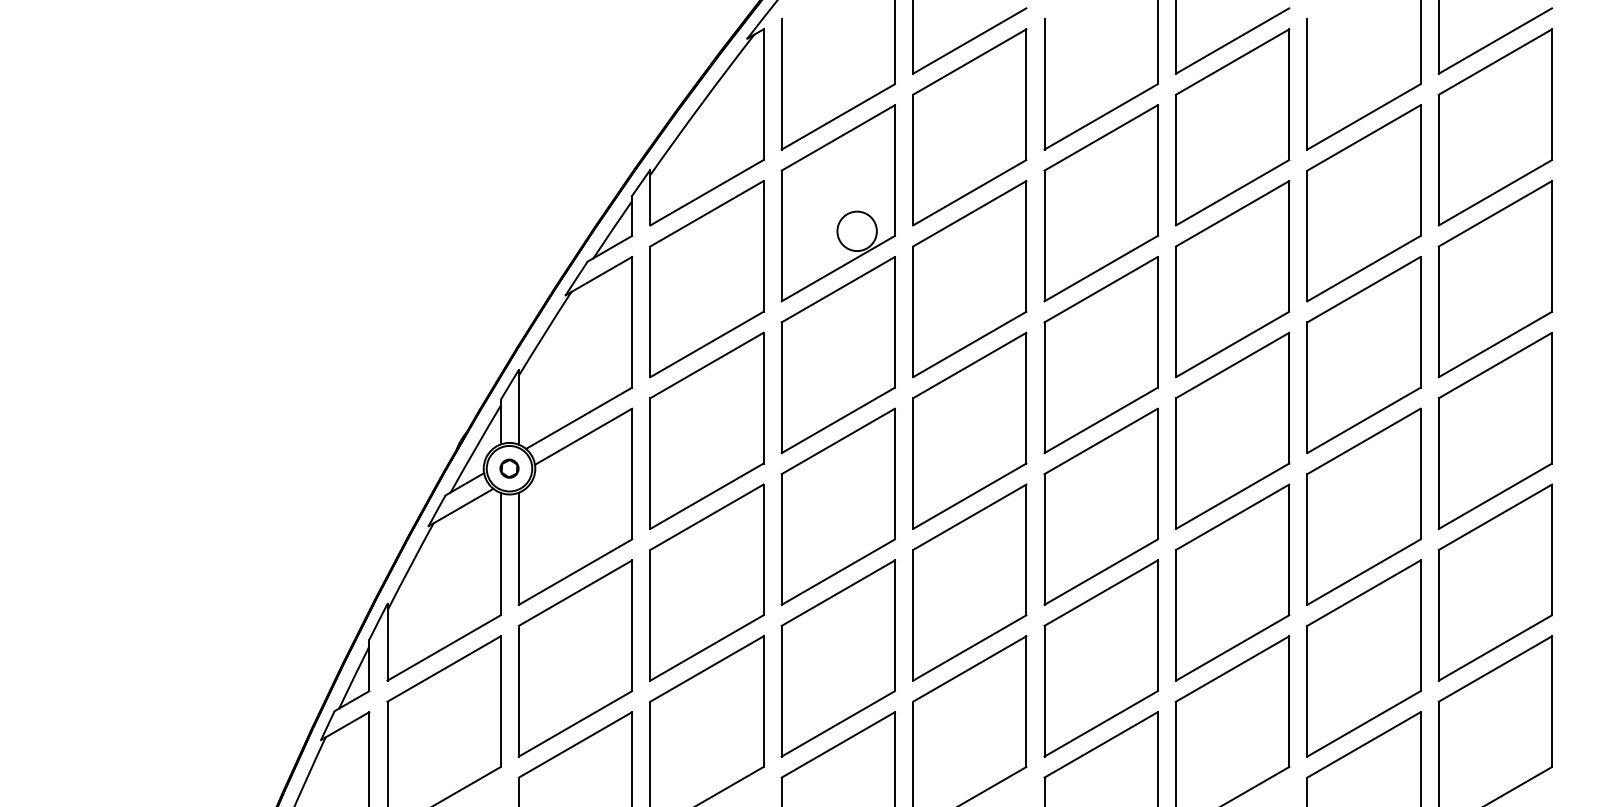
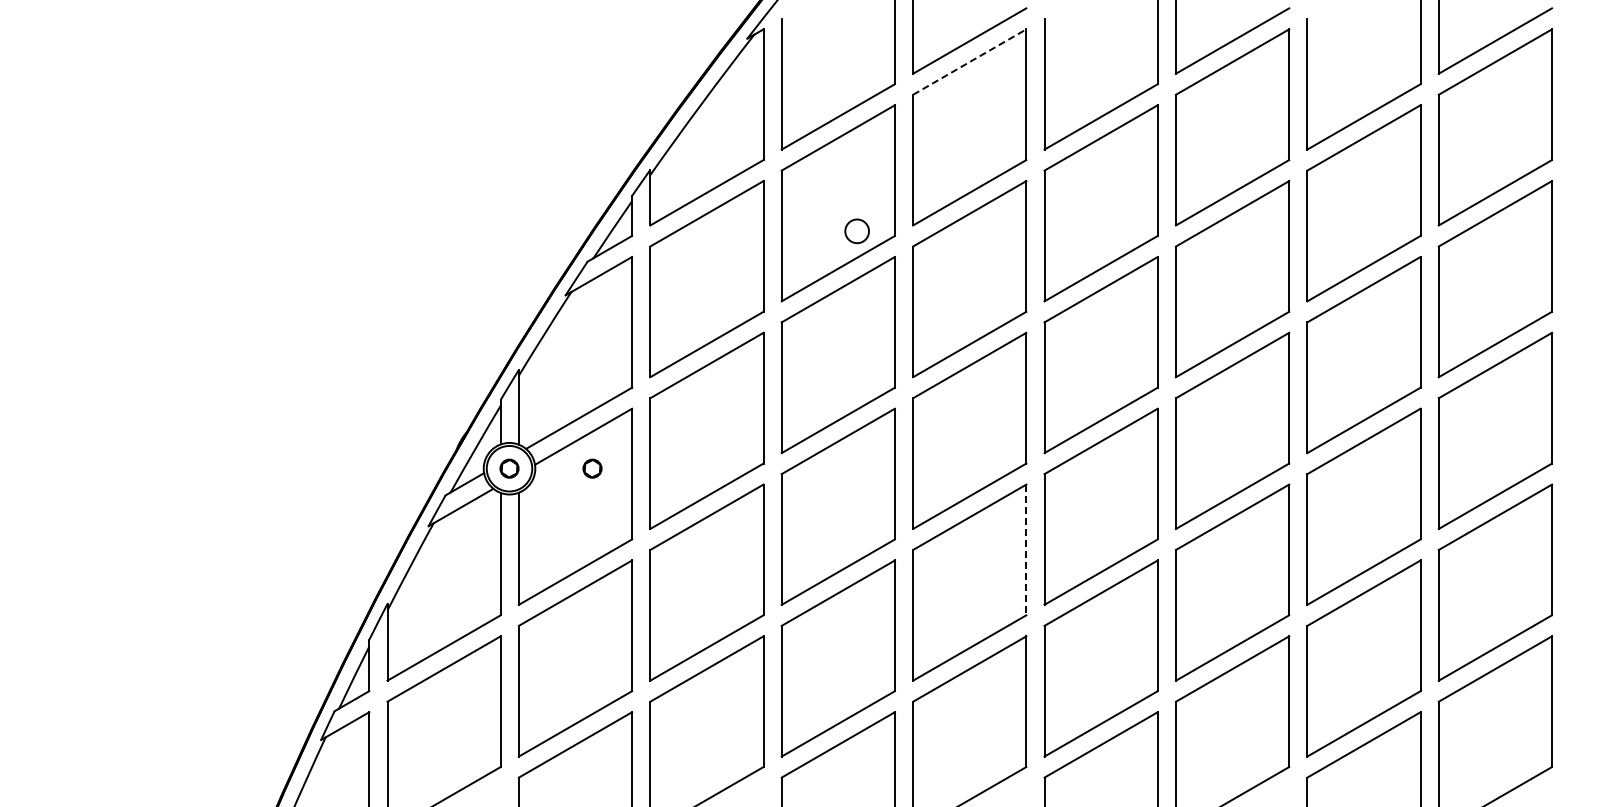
line at (970, 61): solid -> dashed
circle at (856, 231) diameter: 39 px -> 24 px
circle at (592, 468): none -> present
line at (1026, 550): solid -> dashed
